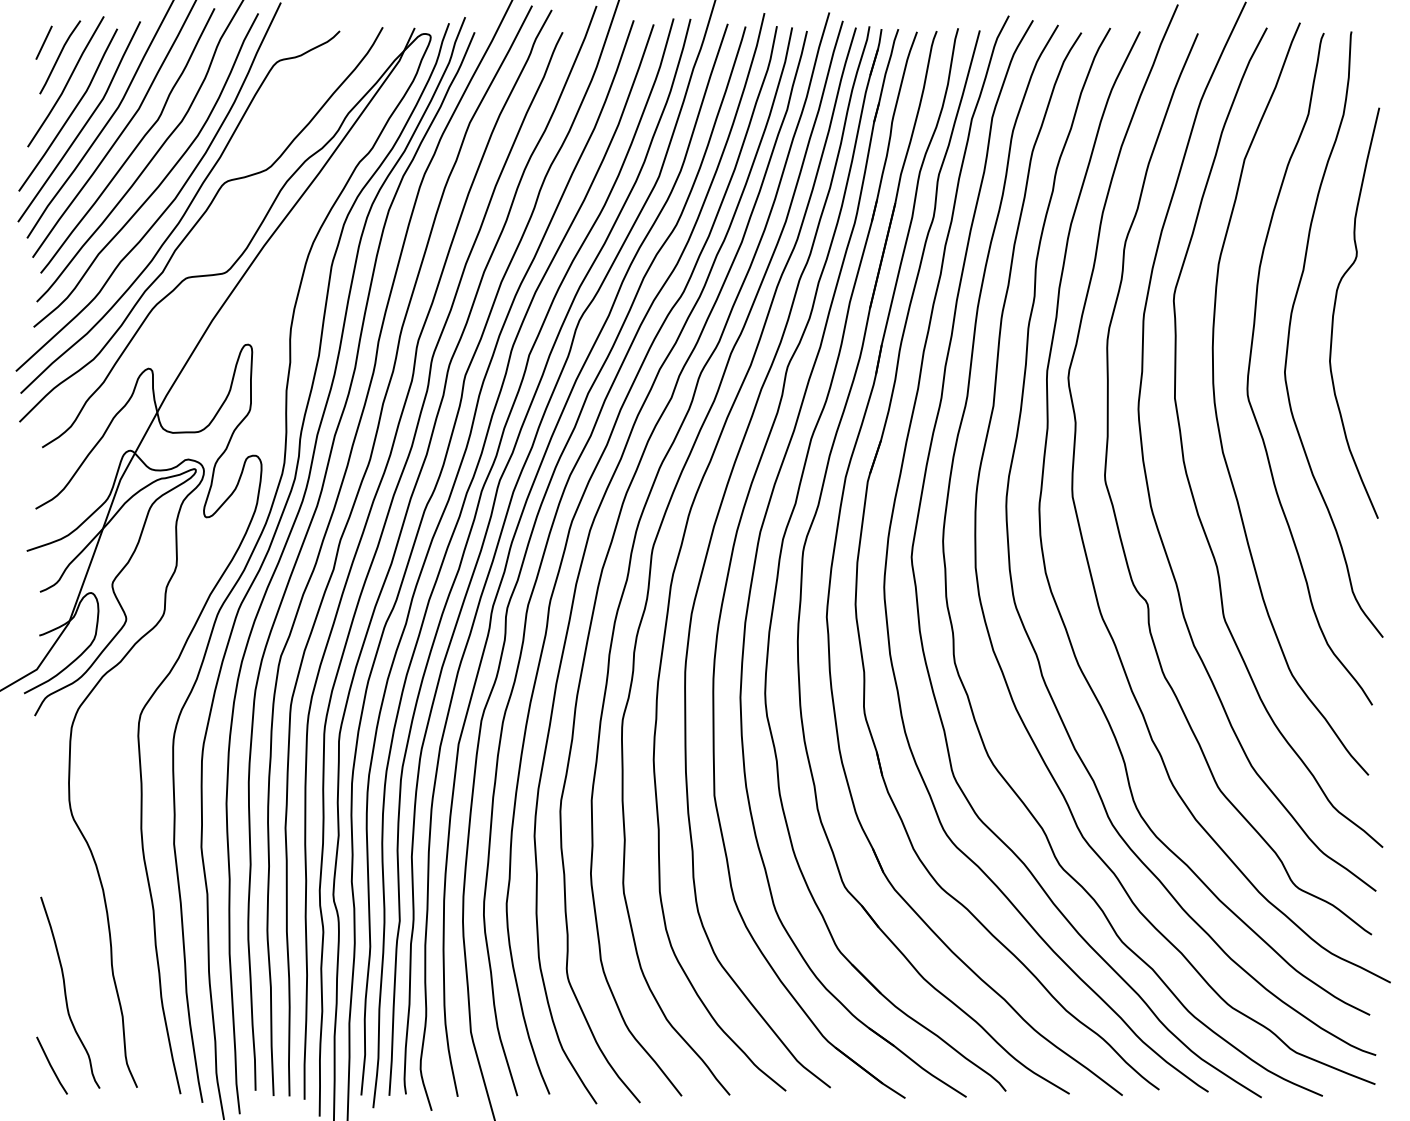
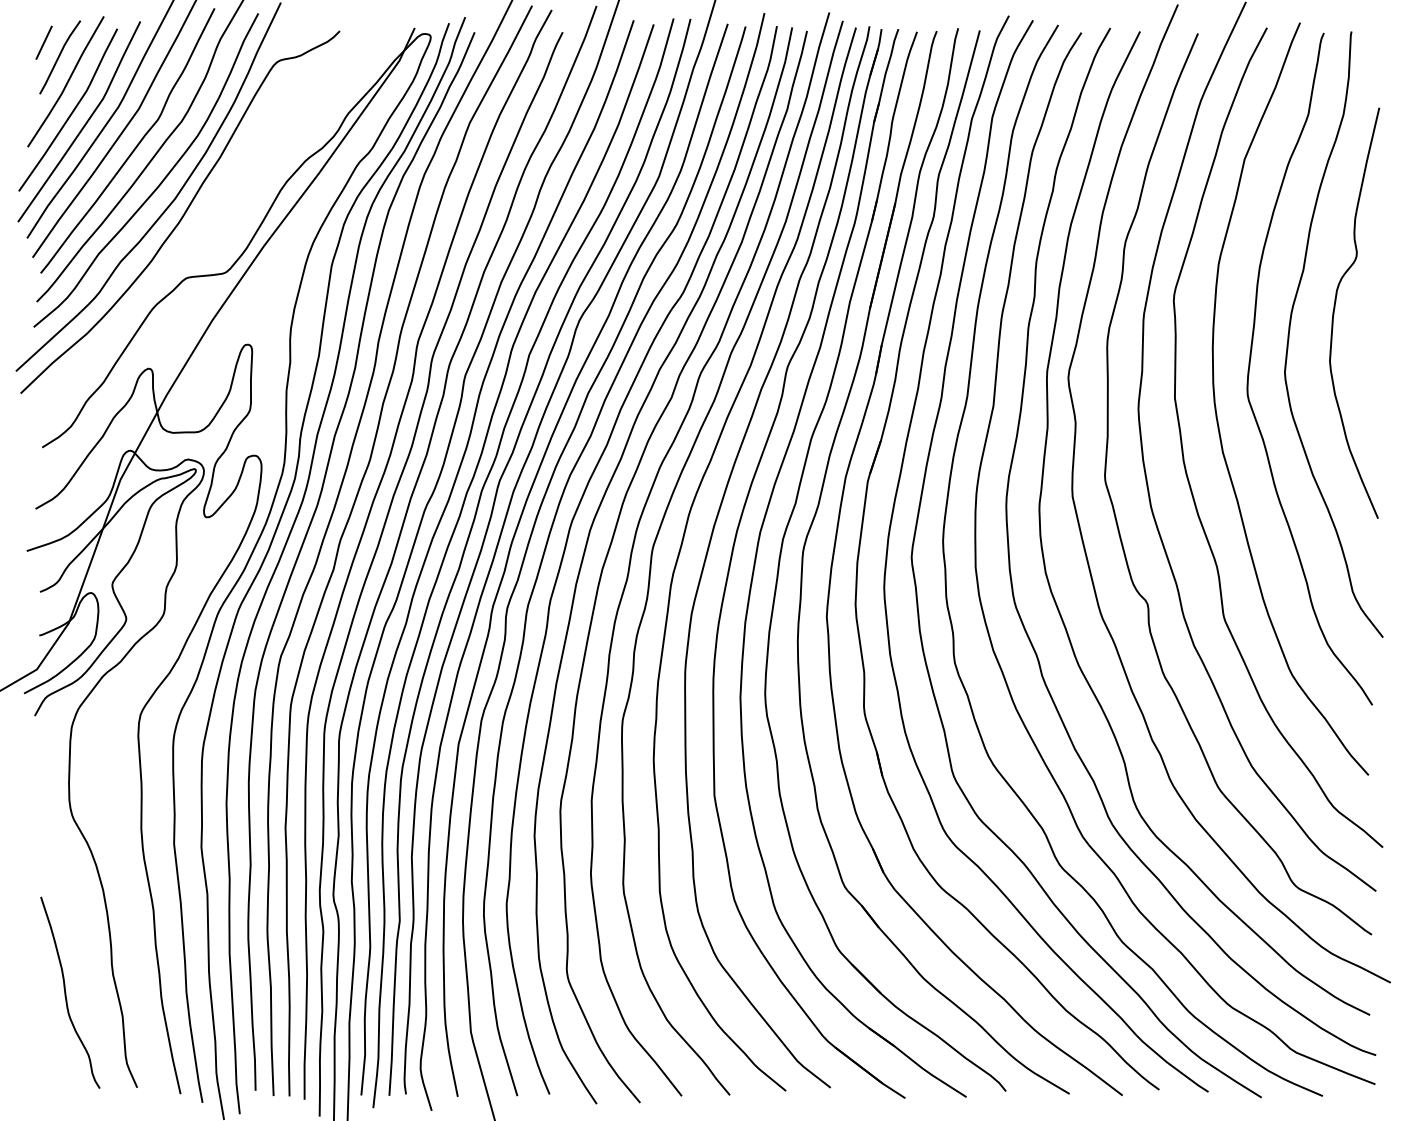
curve at (199, 221): present -> none
line at (51, 1065): present -> none
